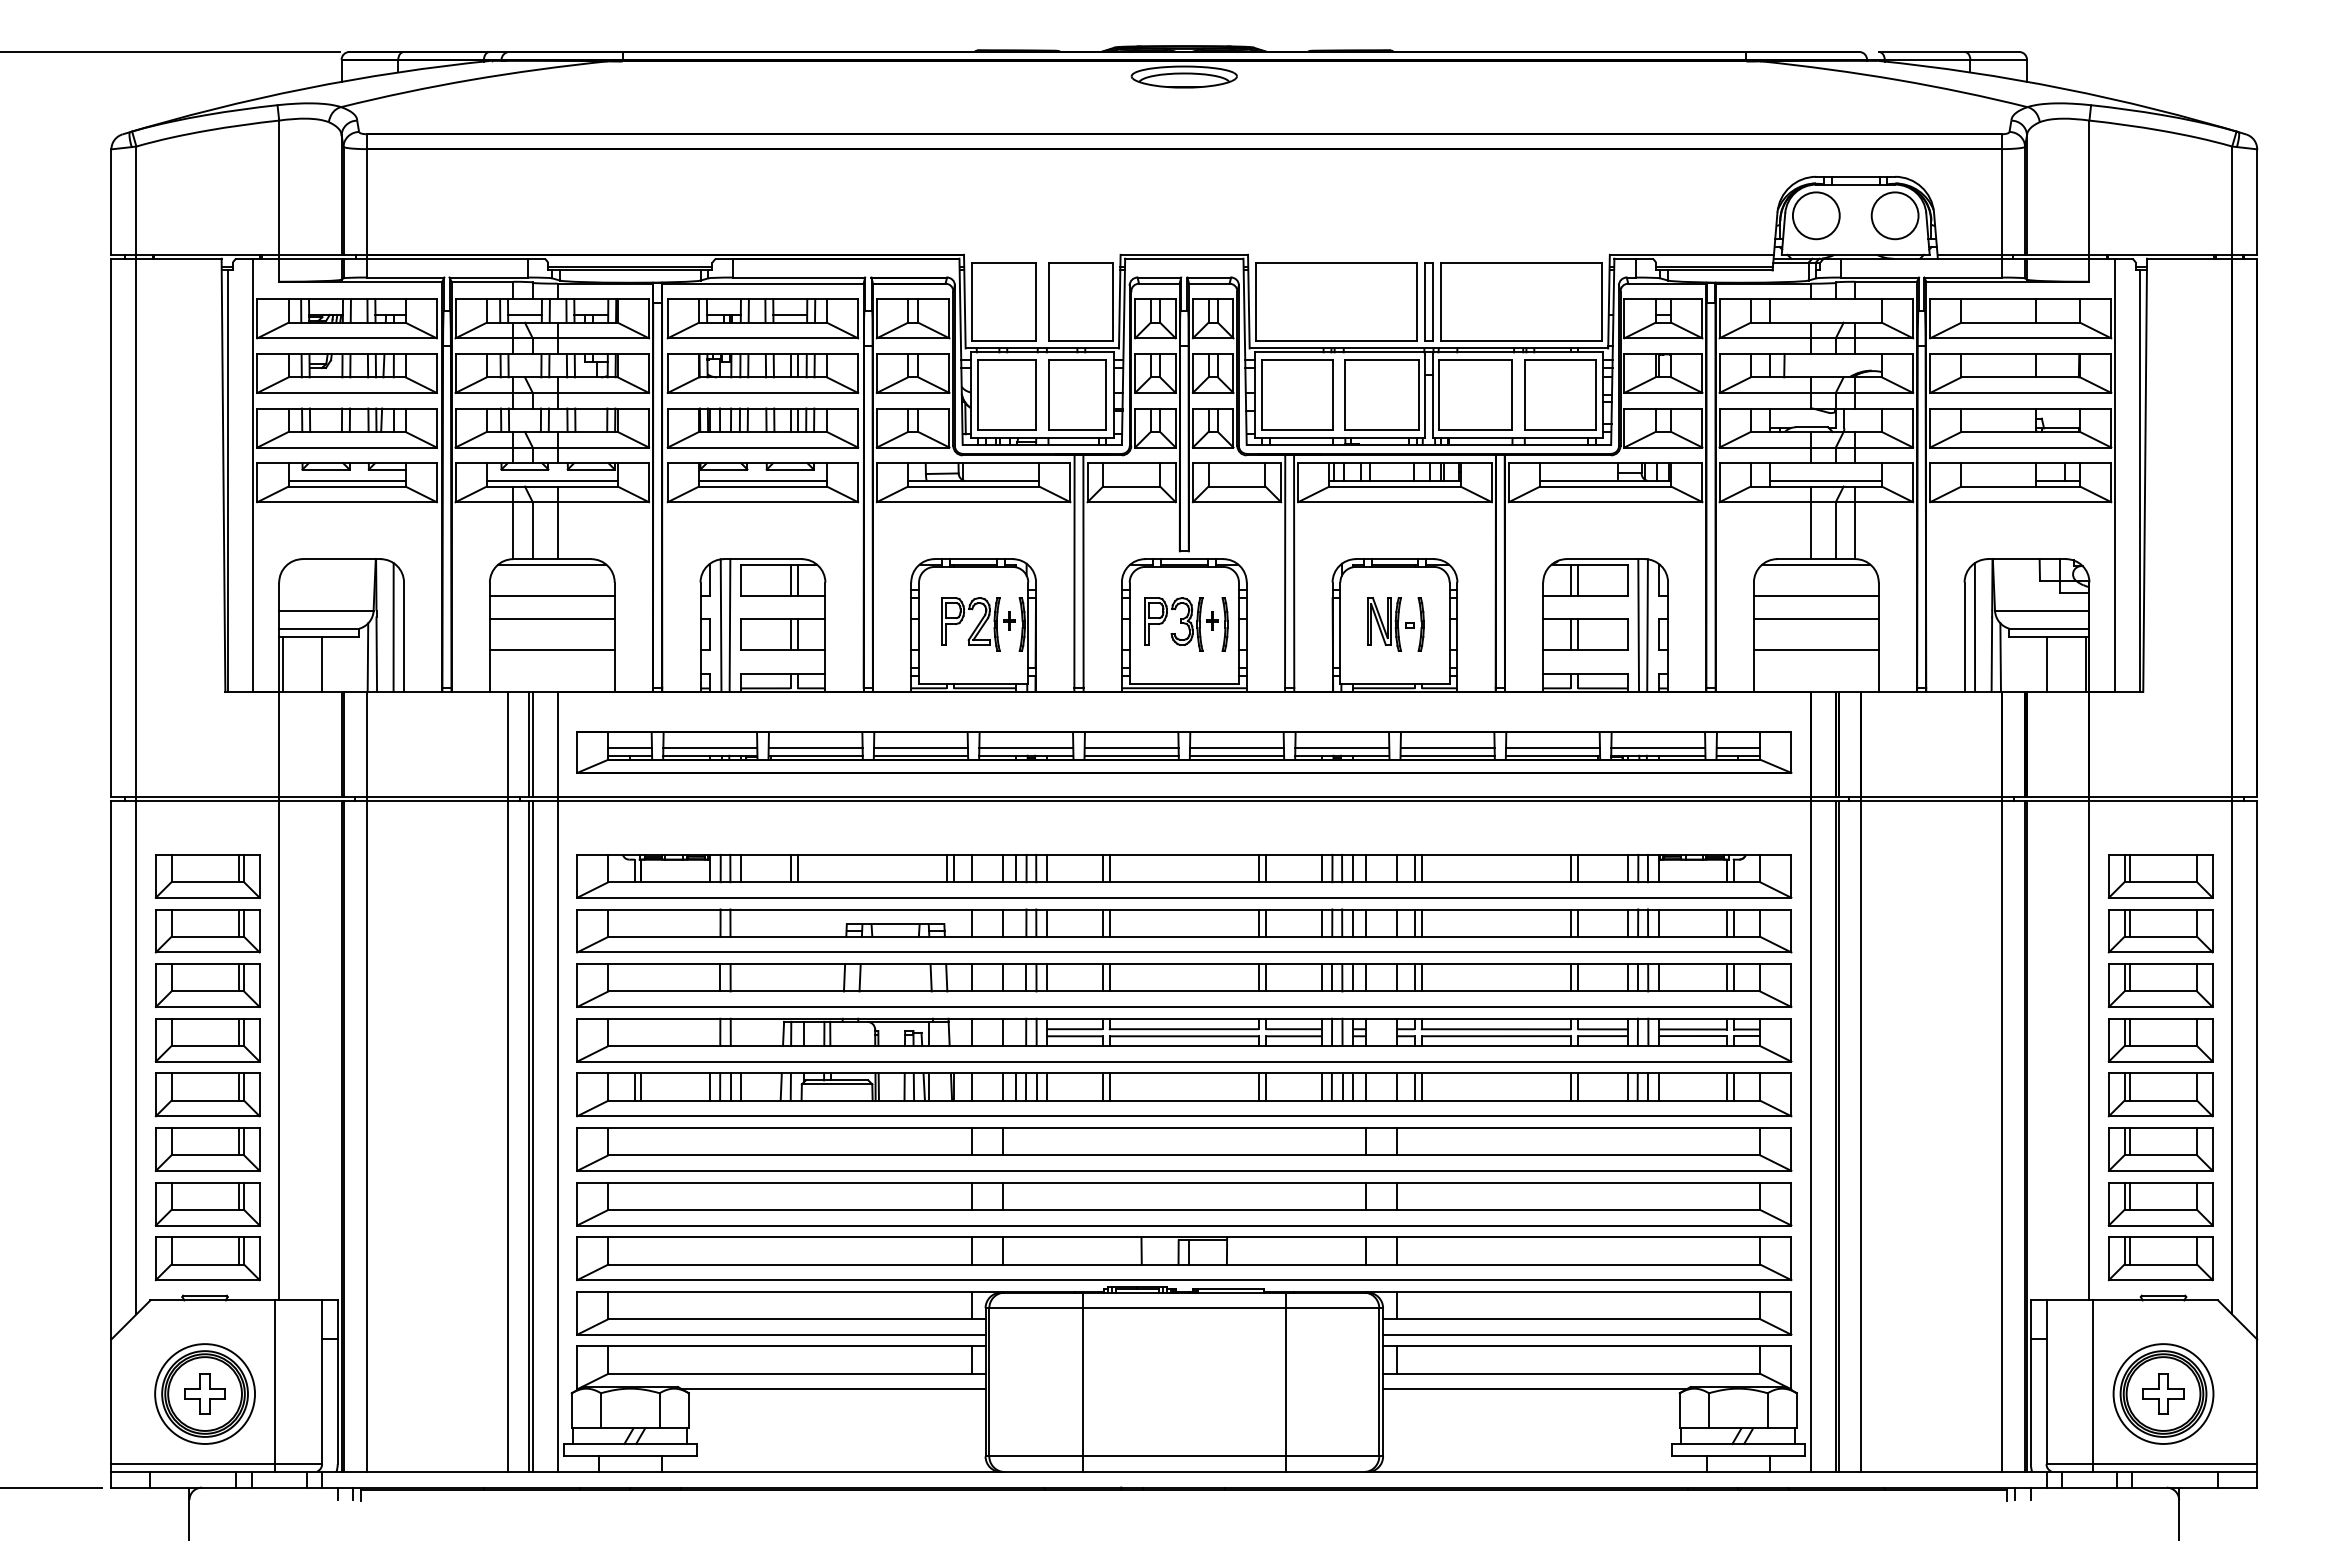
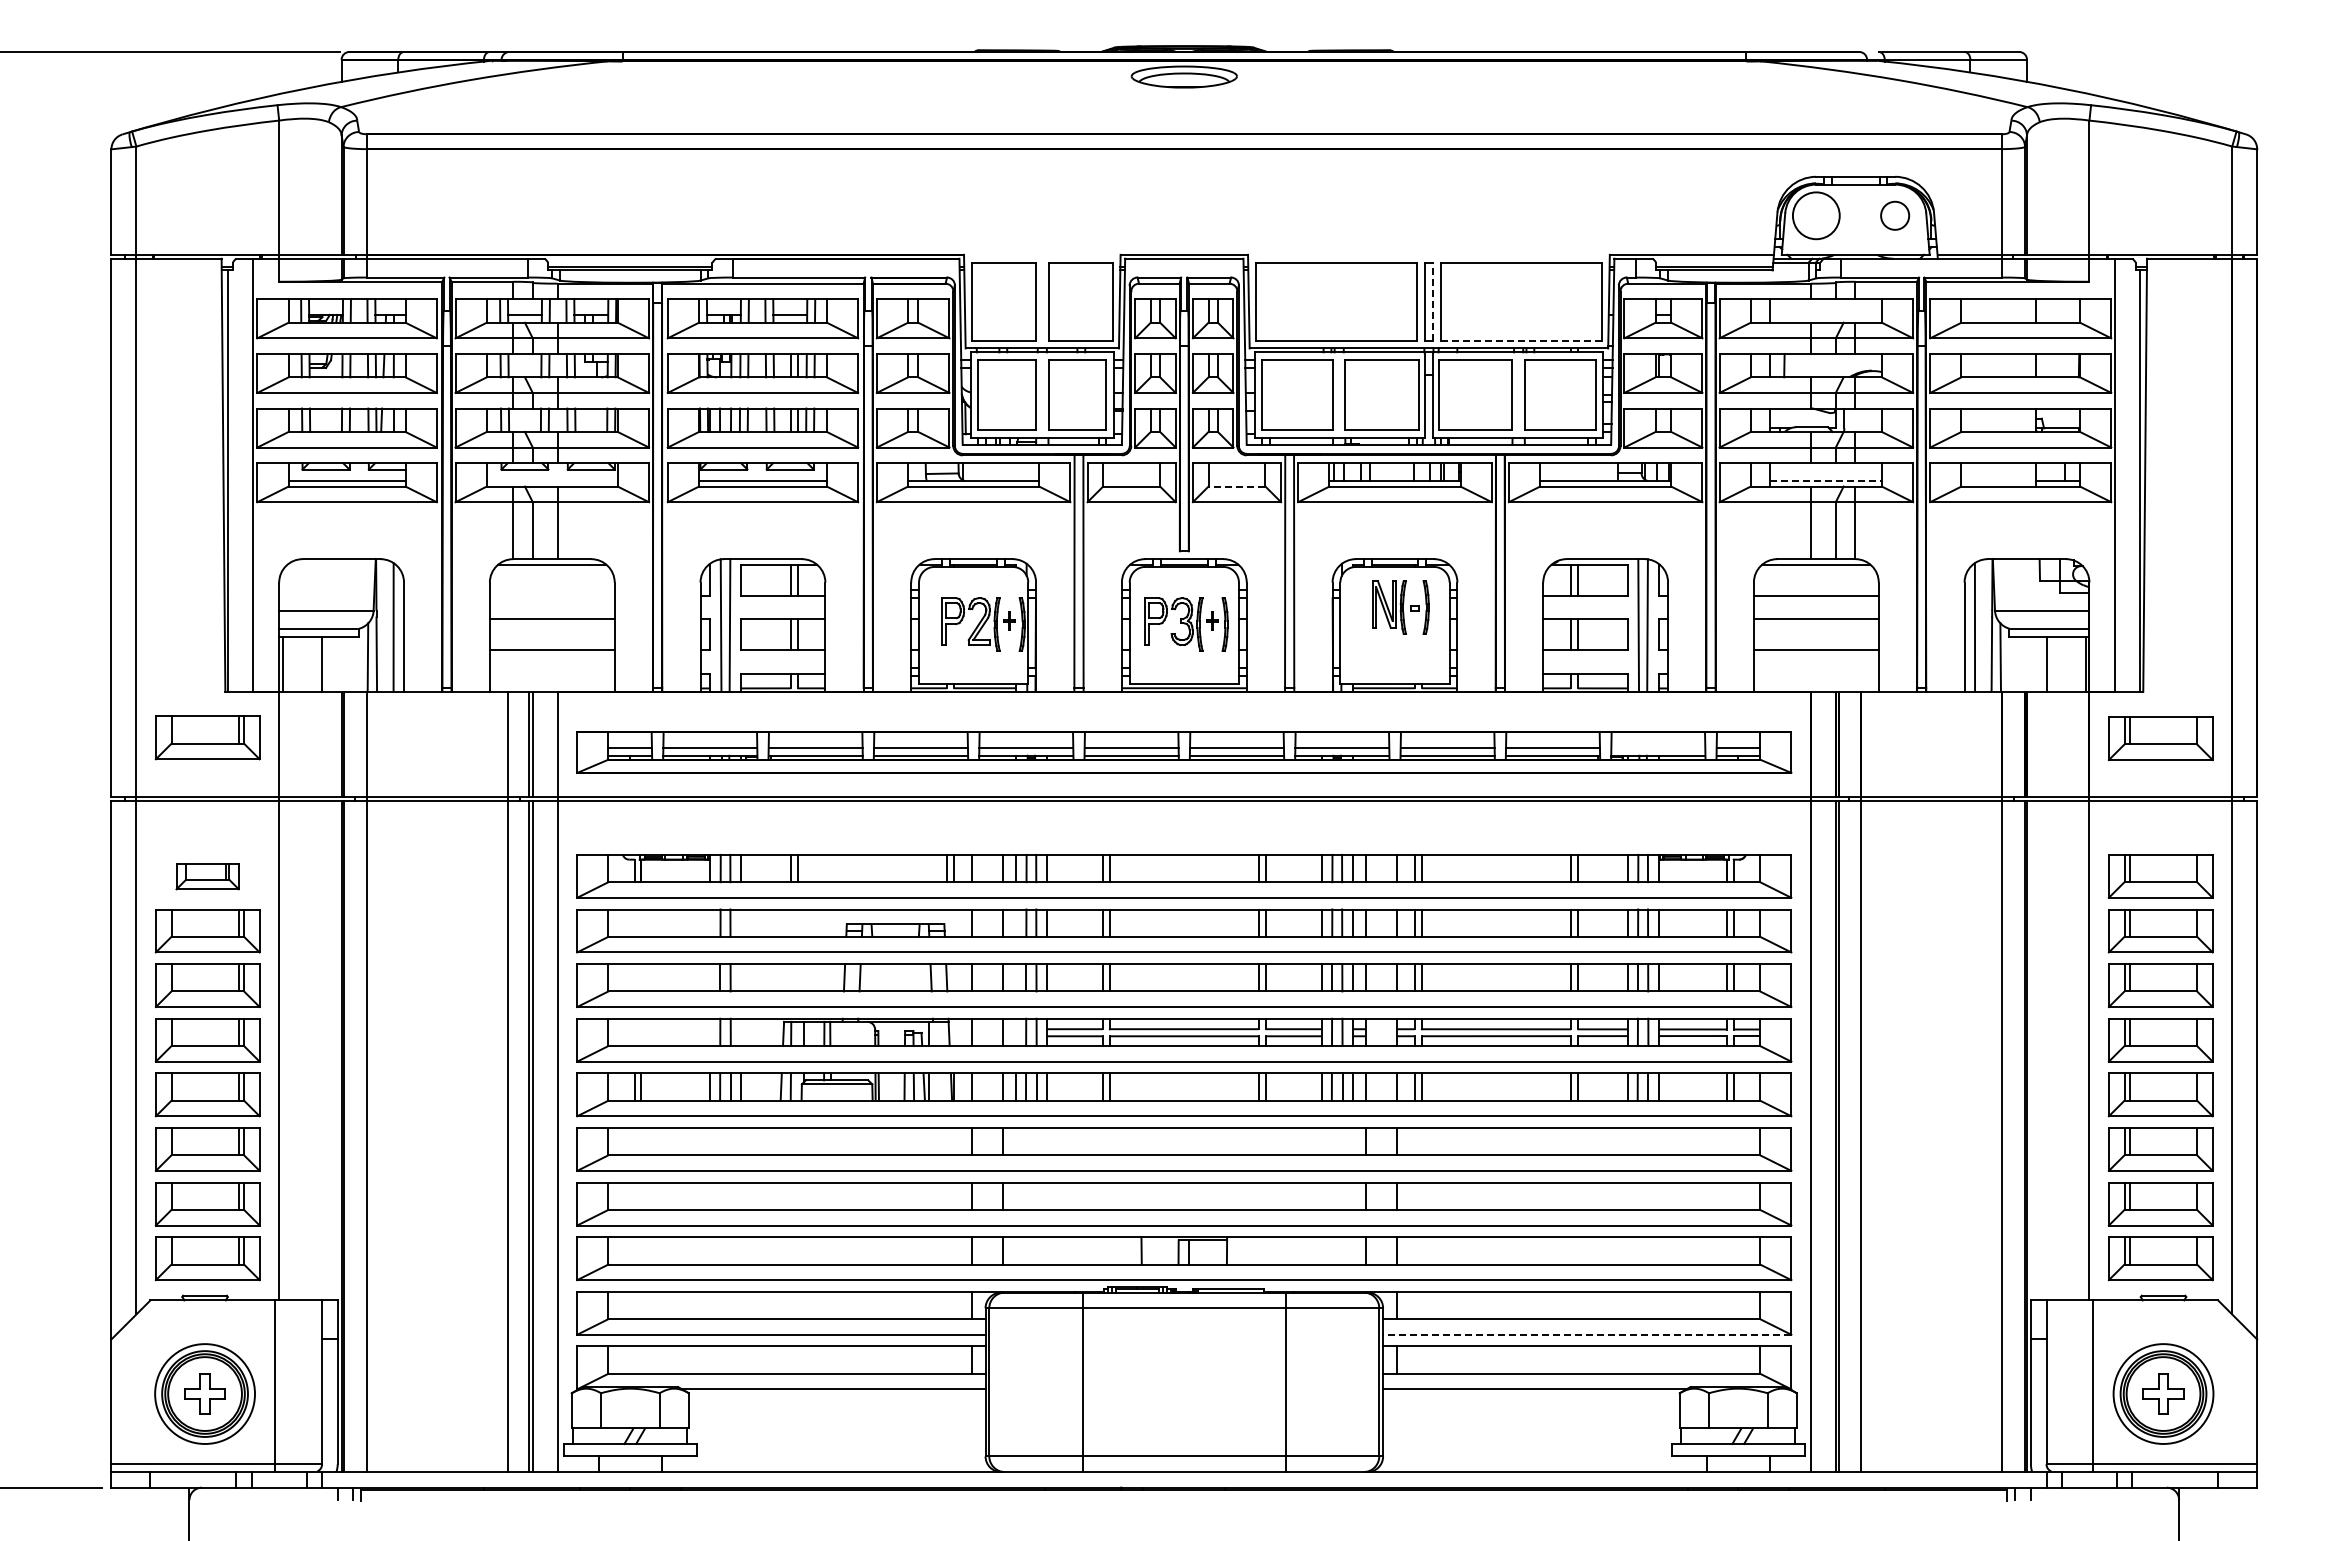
circle at (1894, 215) diameter: 47 px -> 28 px
line at (1432, 301): solid -> dashed
line at (1521, 340): solid -> dashed
line at (551, 481): present -> none
line at (1826, 481): solid -> dashed
line at (1236, 486): solid -> dashed
line at (551, 595): present -> none
part at (1395, 624) position: (1395, 624) -> (1400, 607)
part at (207, 737): none -> present
part at (2160, 738): none -> present
line at (1658, 748): present -> none
part at (207, 876) size: 107x45 px -> 65x28 px
line at (1586, 1334): solid -> dashed
